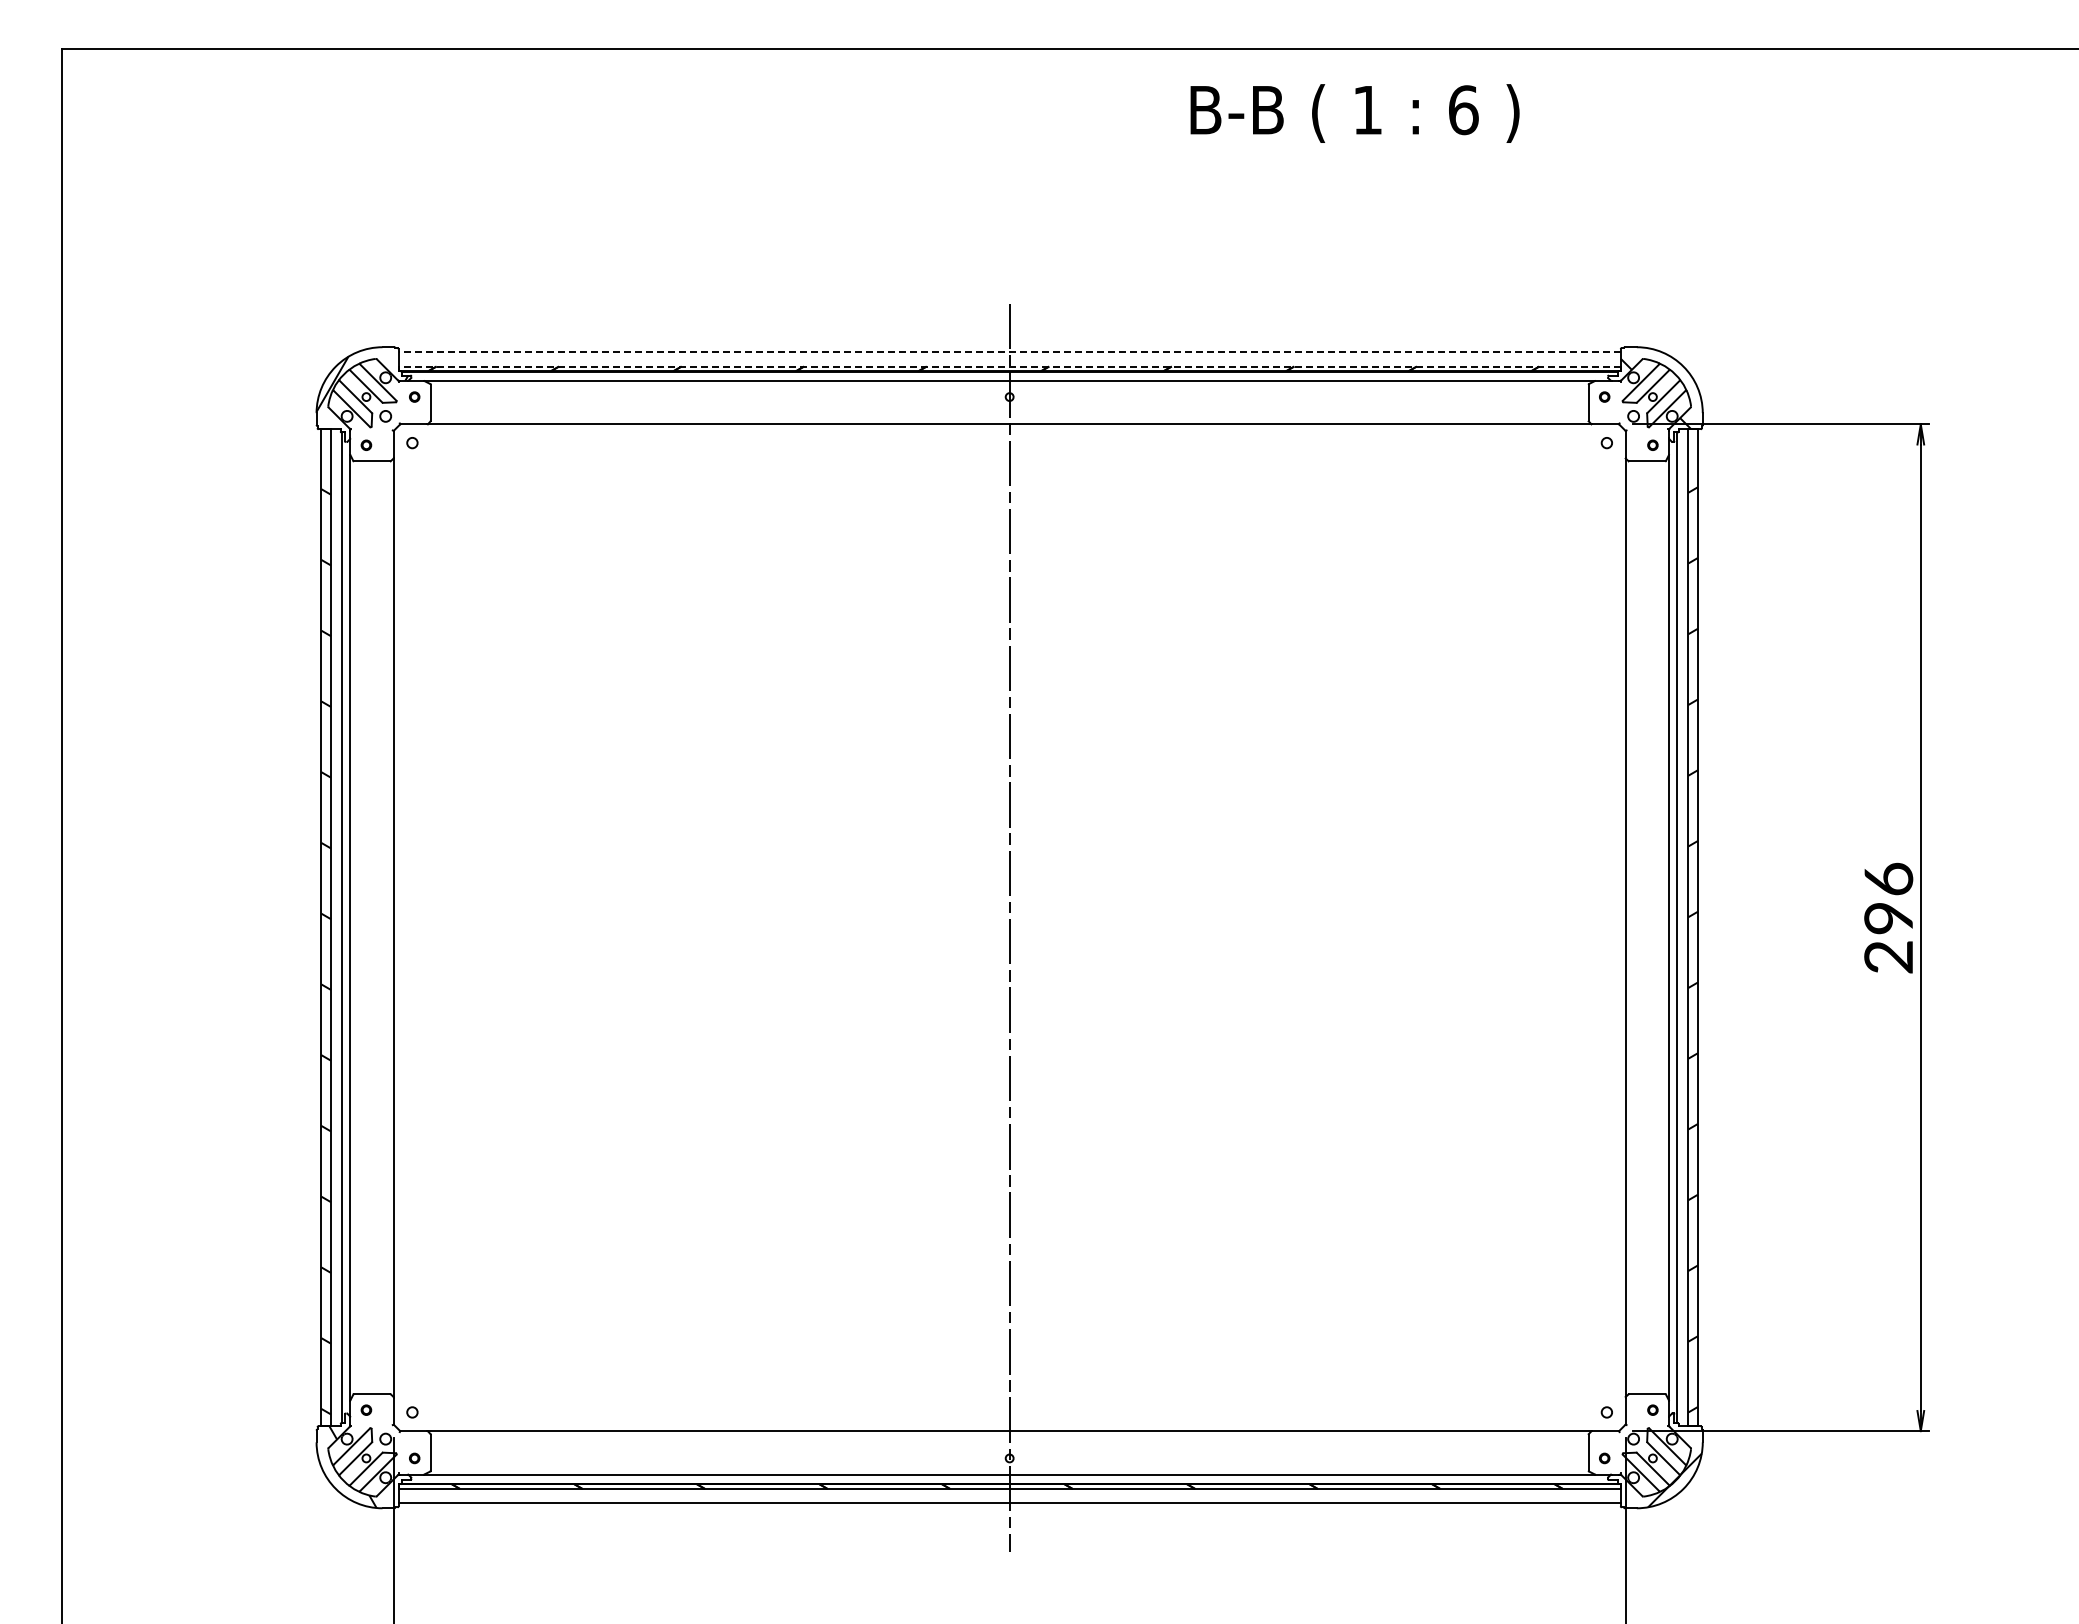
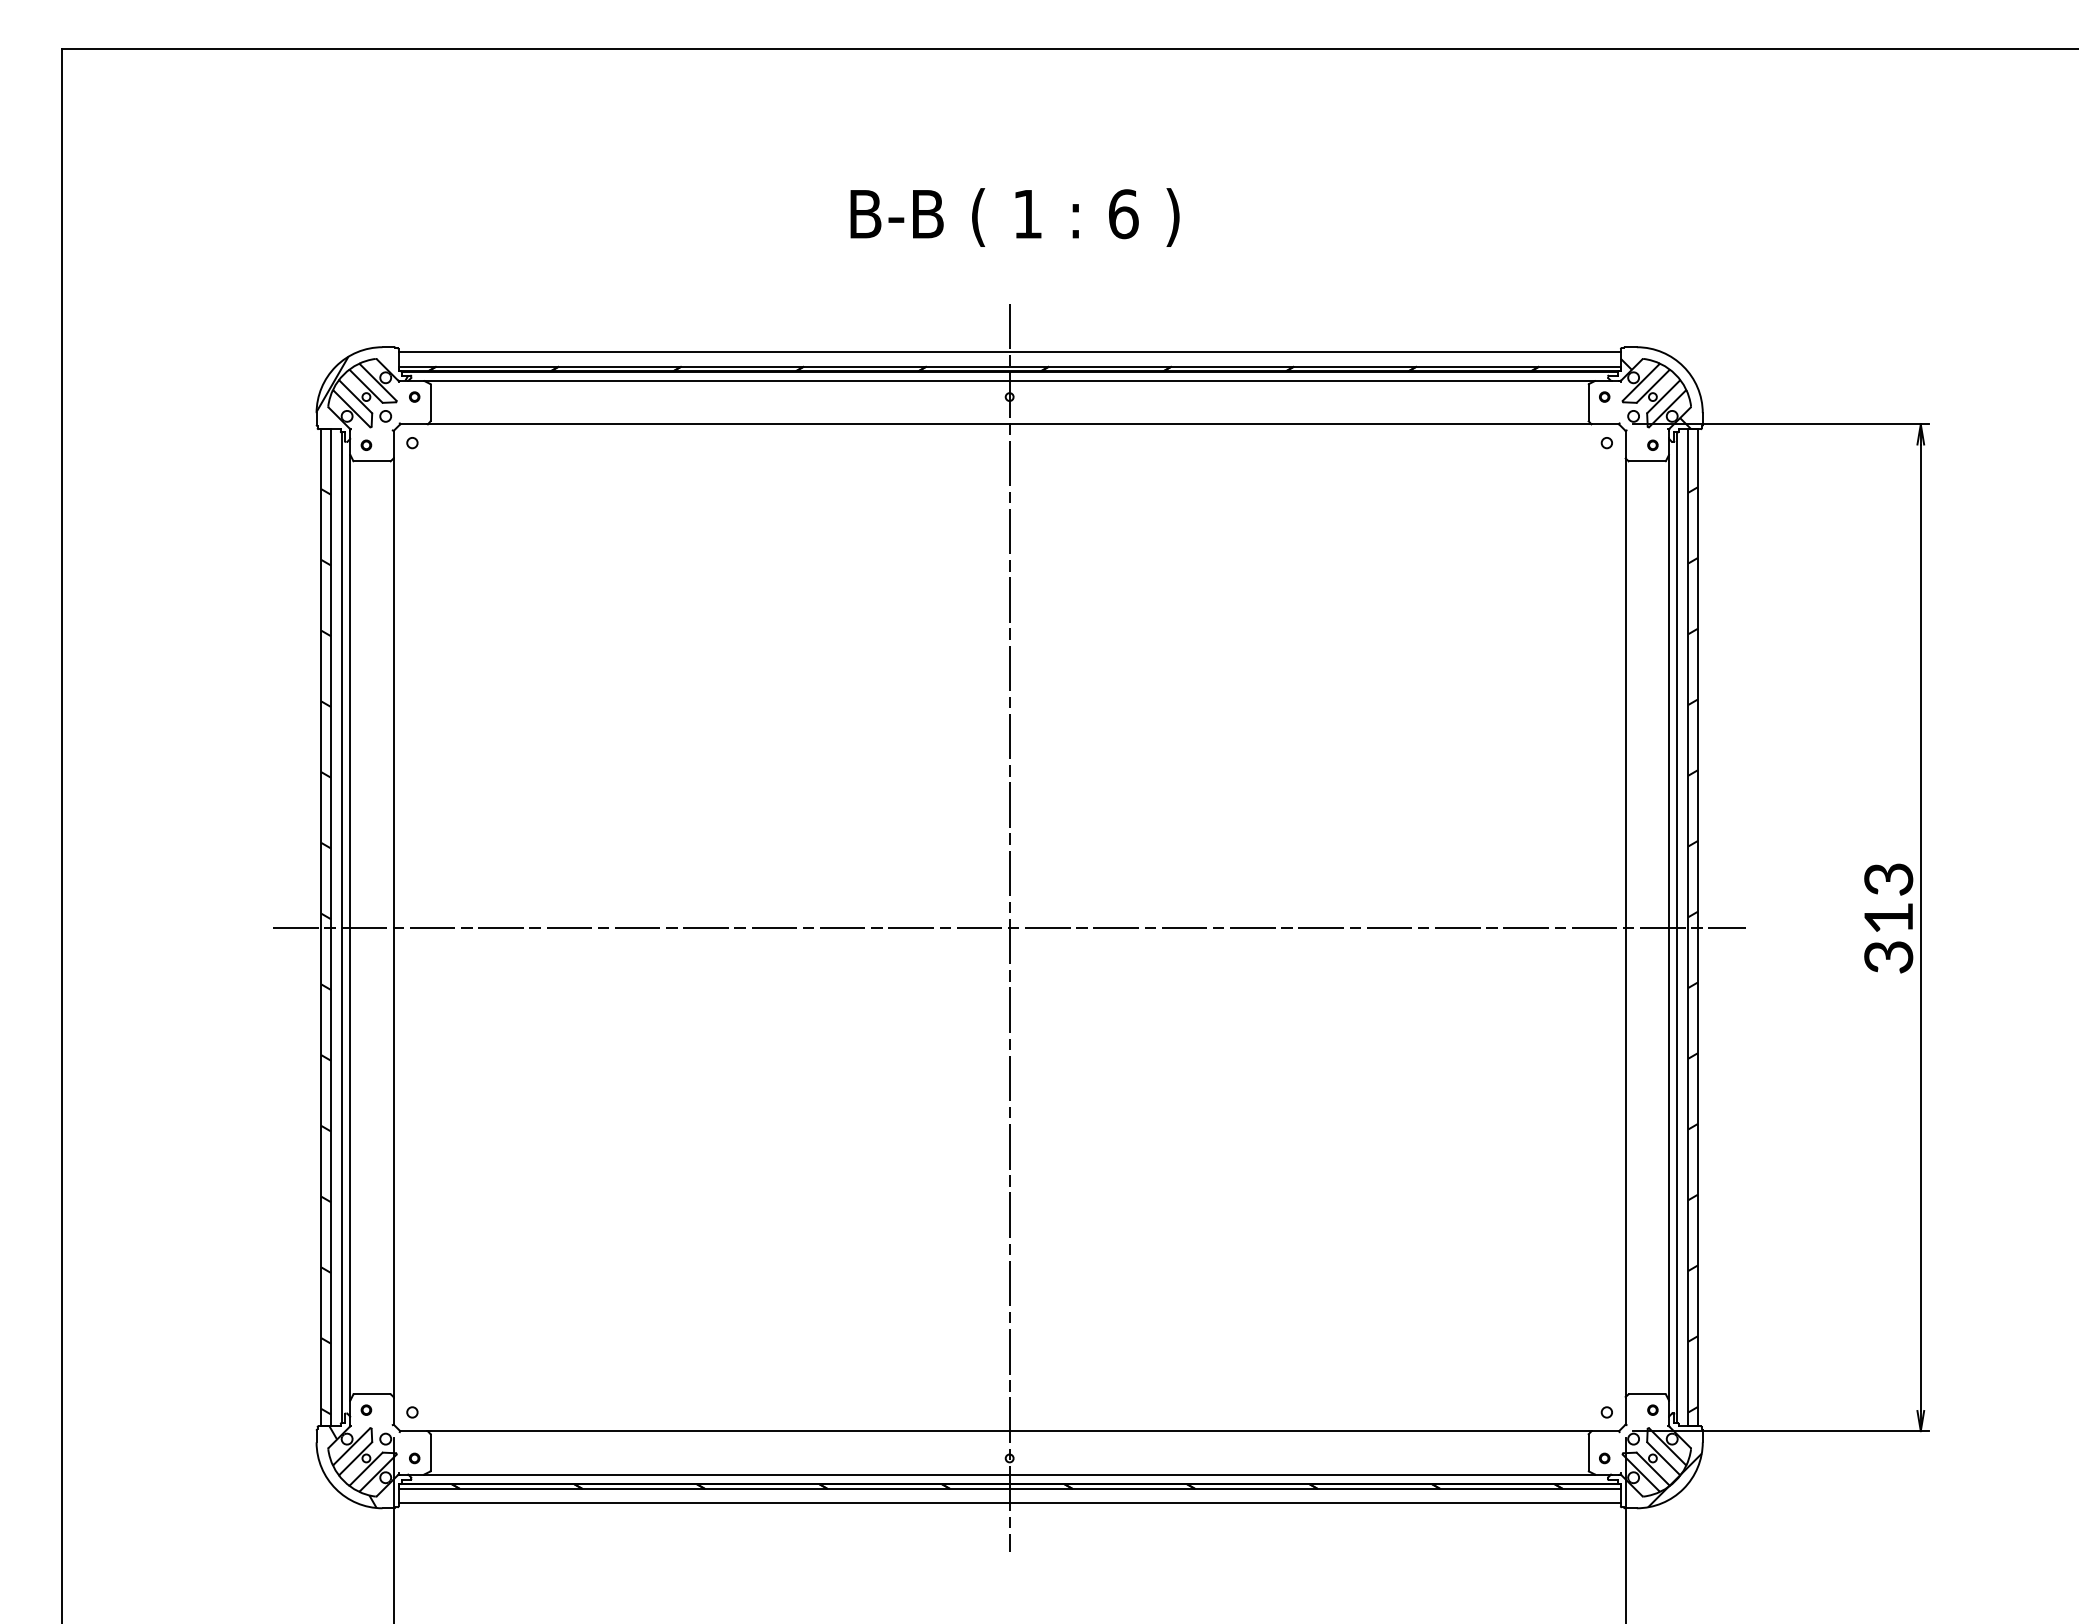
text at (1354, 113) position: (1354, 113) -> (1014, 217)
line at (1009, 352): dashed -> solid
line at (1009, 366): dashed -> solid
text at (1888, 917): 296 -> 313
line at (1009, 927): none -> present
